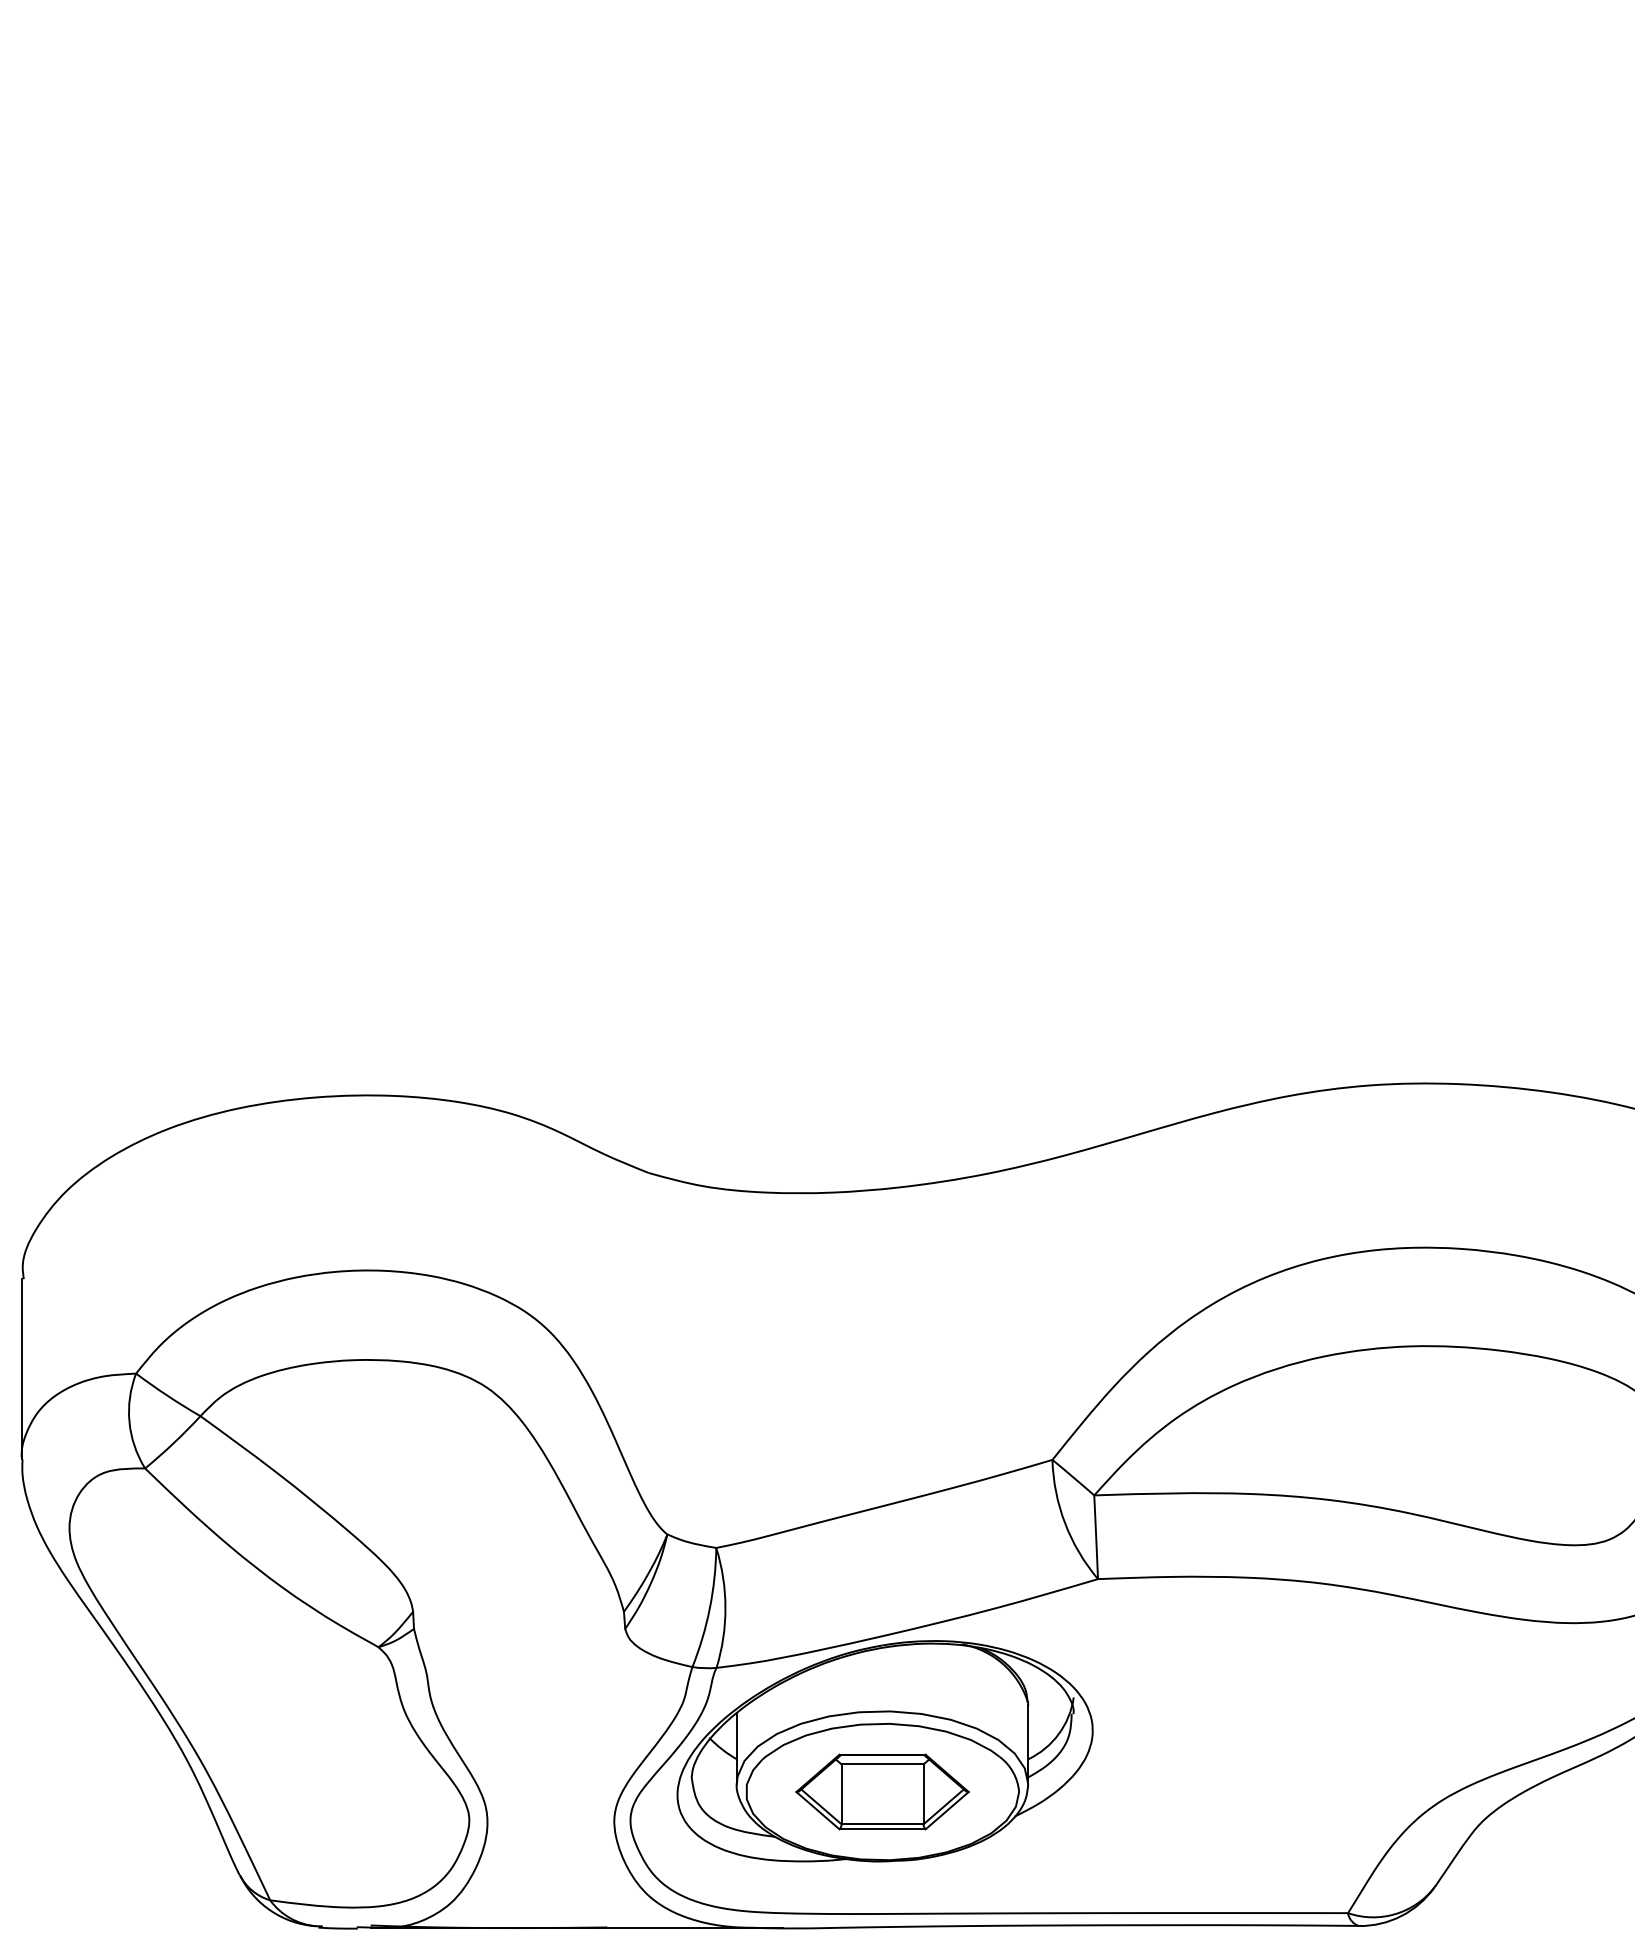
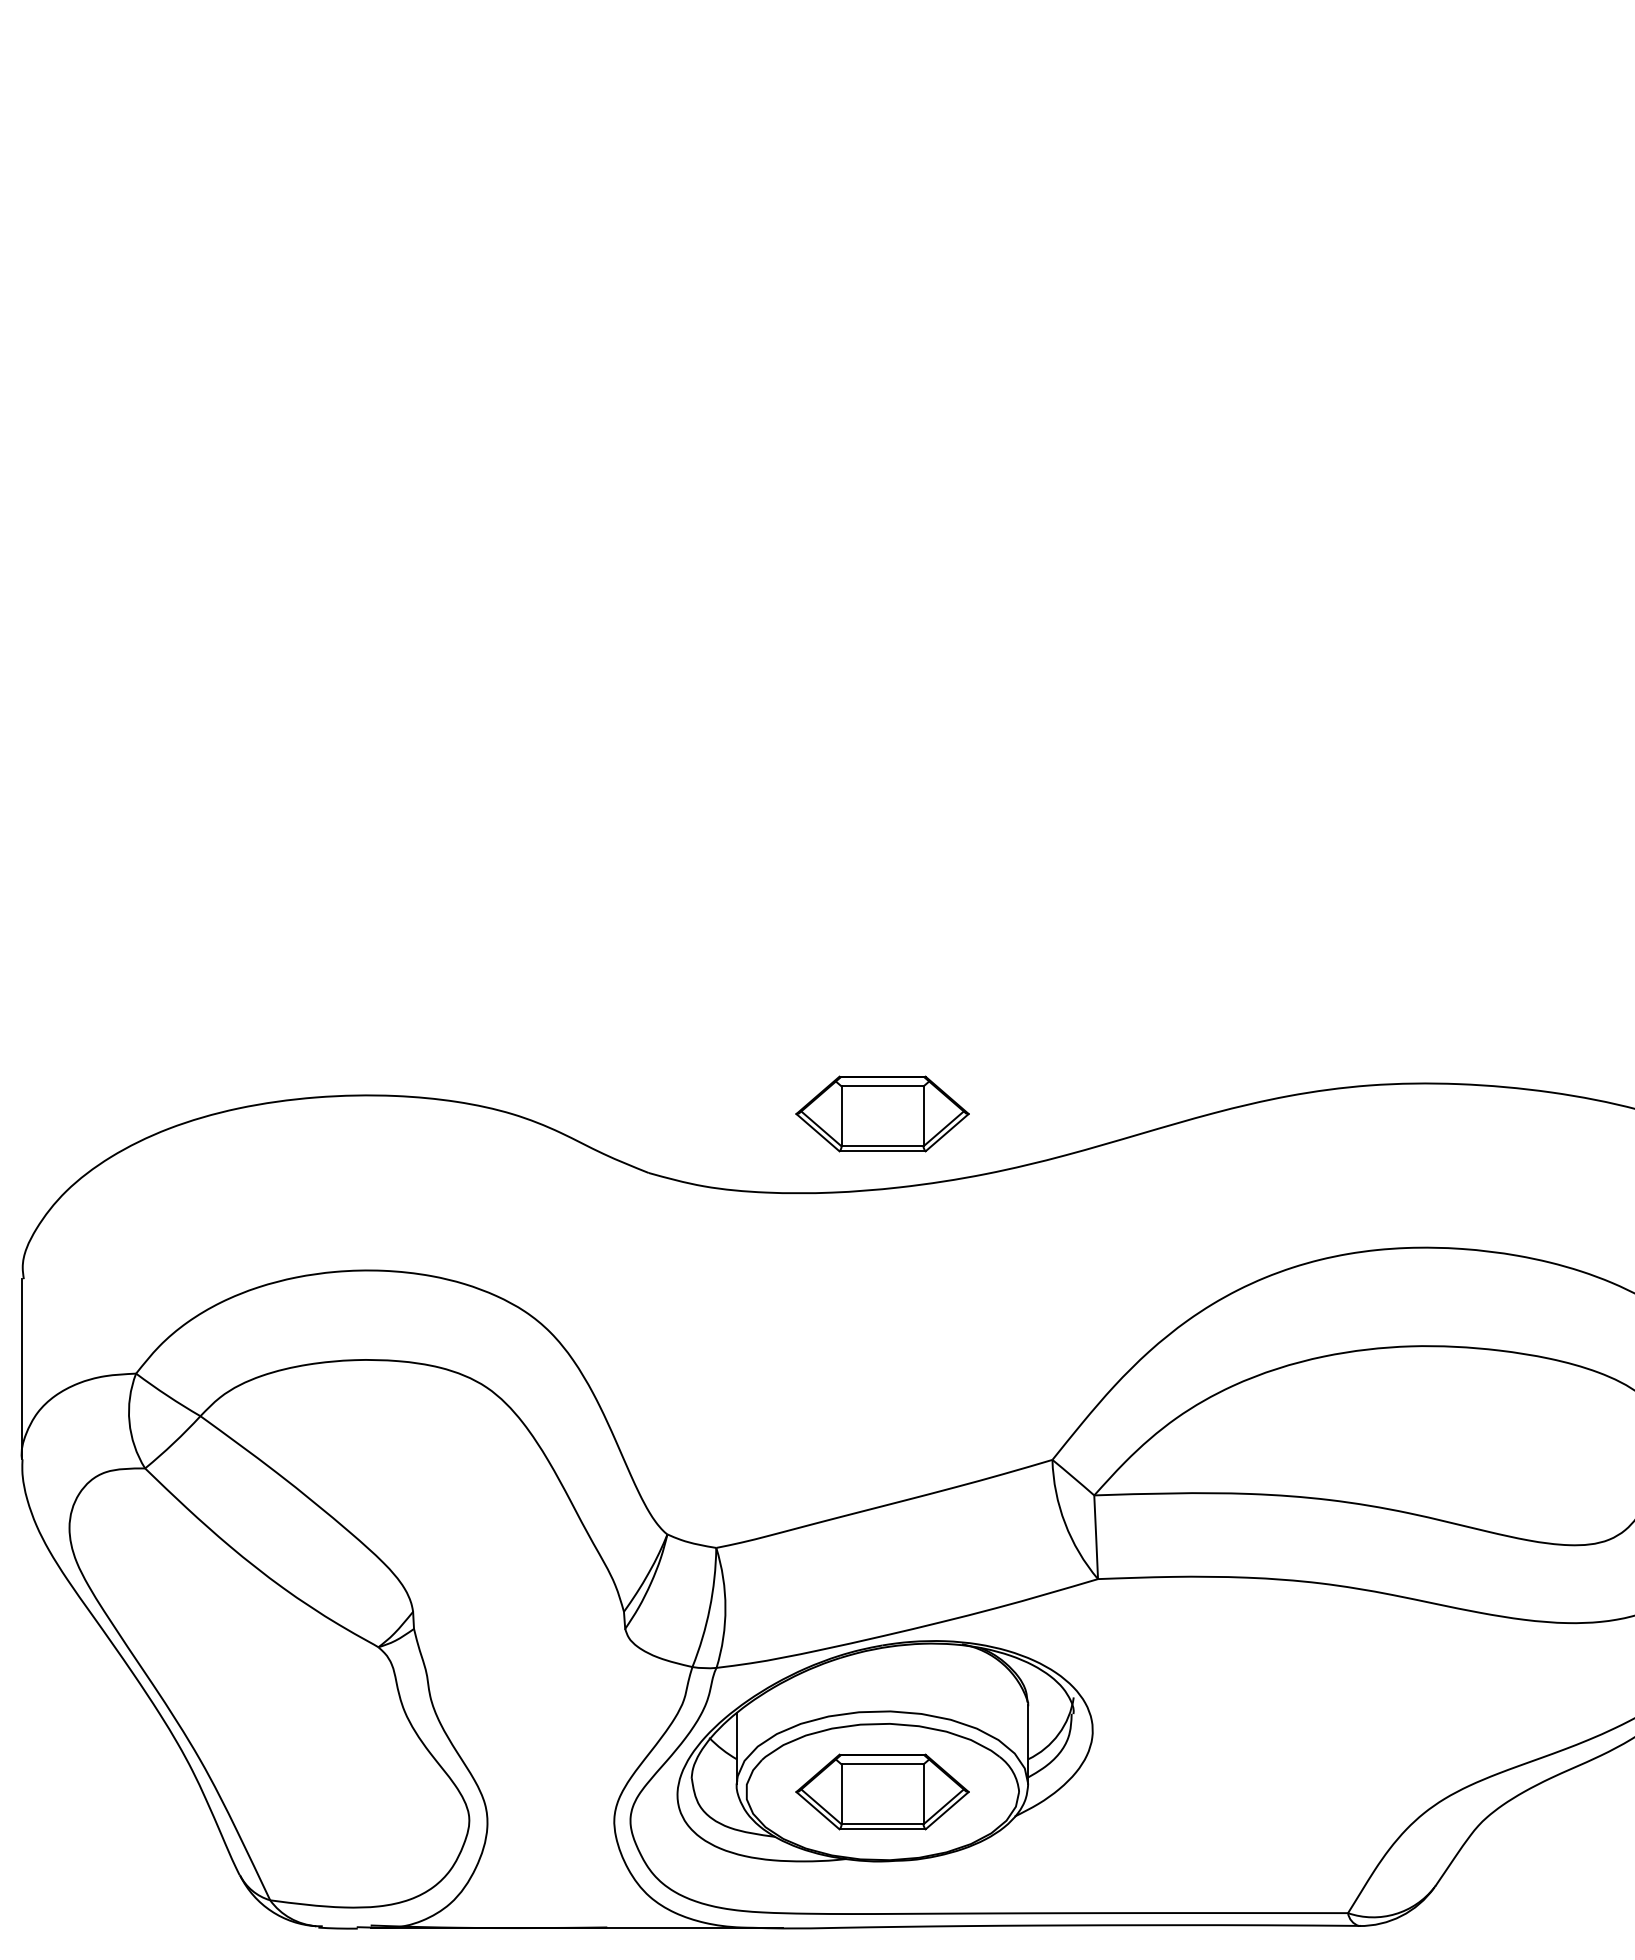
part at (882, 1113): none -> present
